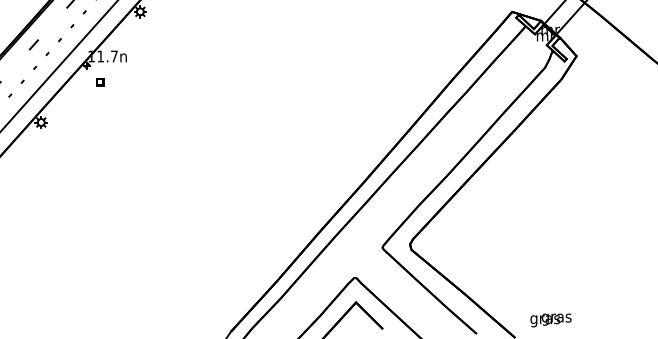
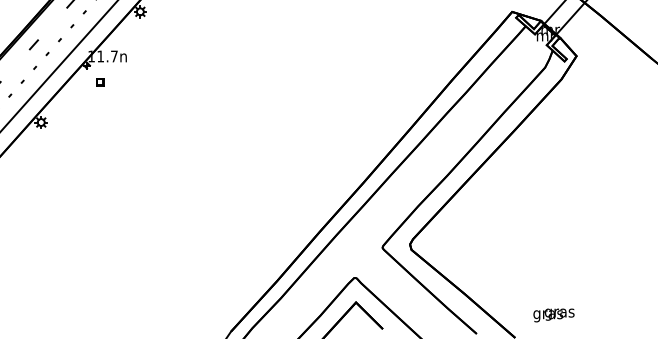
text at (550, 320) position: (550, 320) -> (553, 315)
